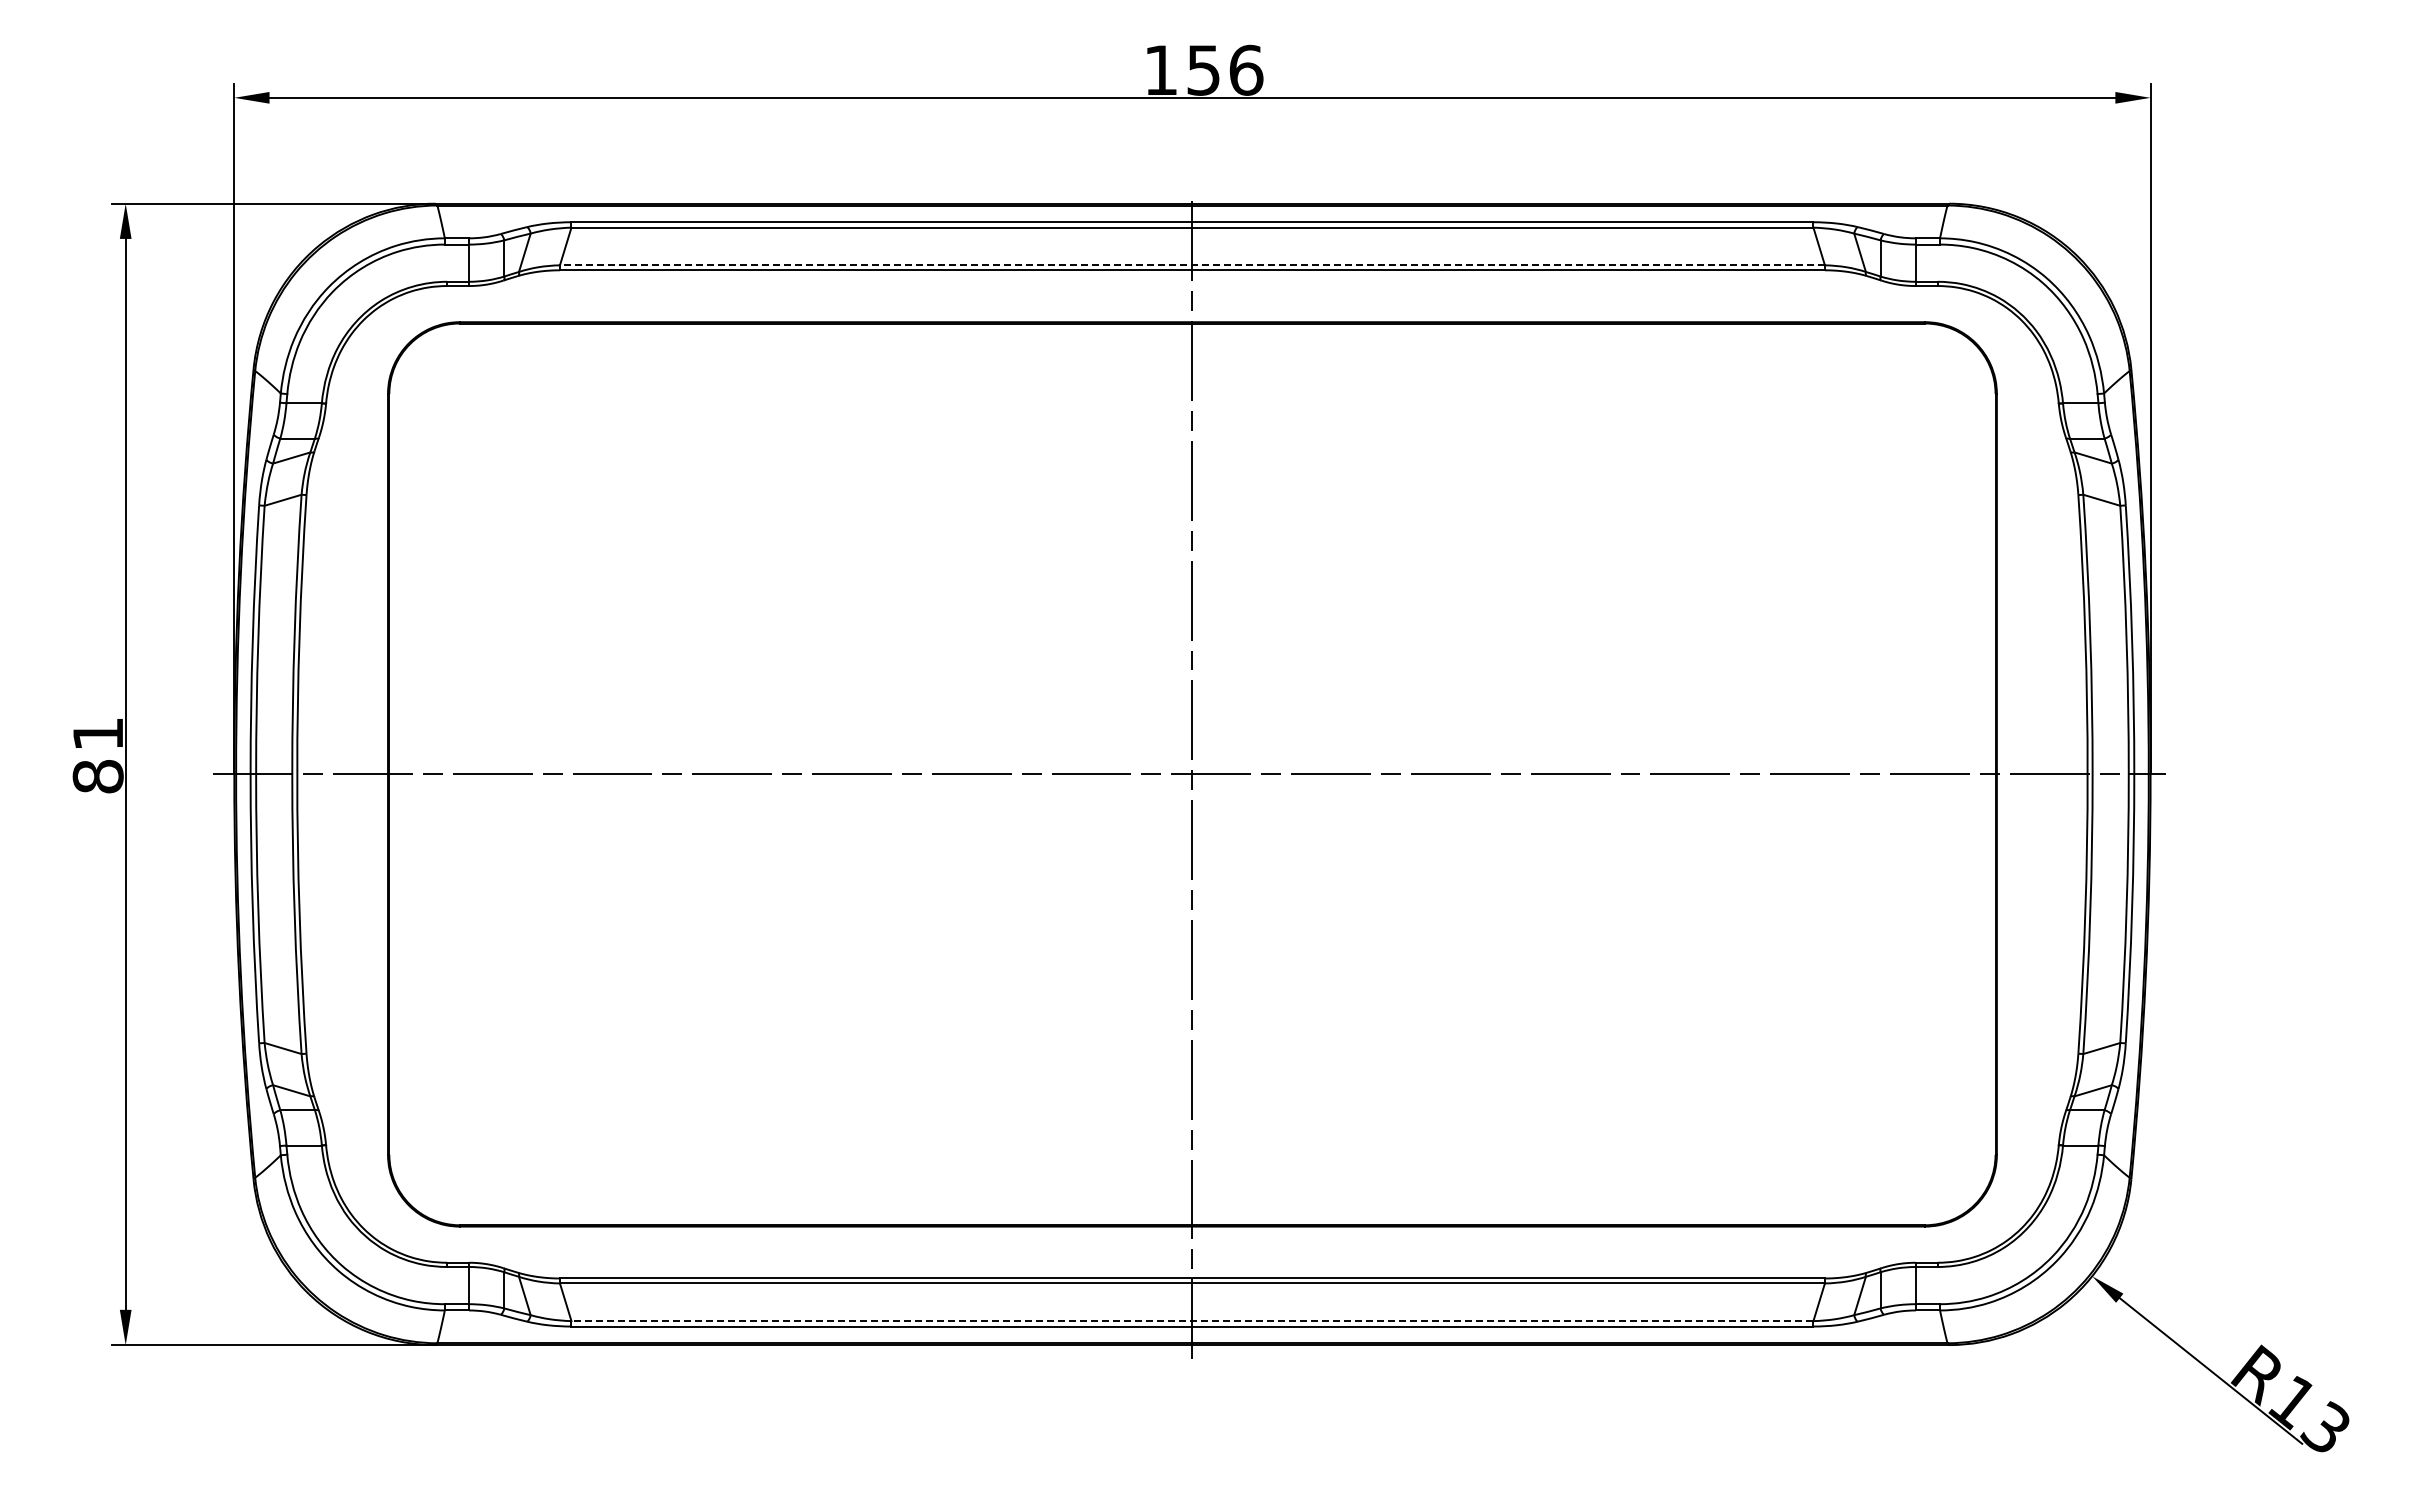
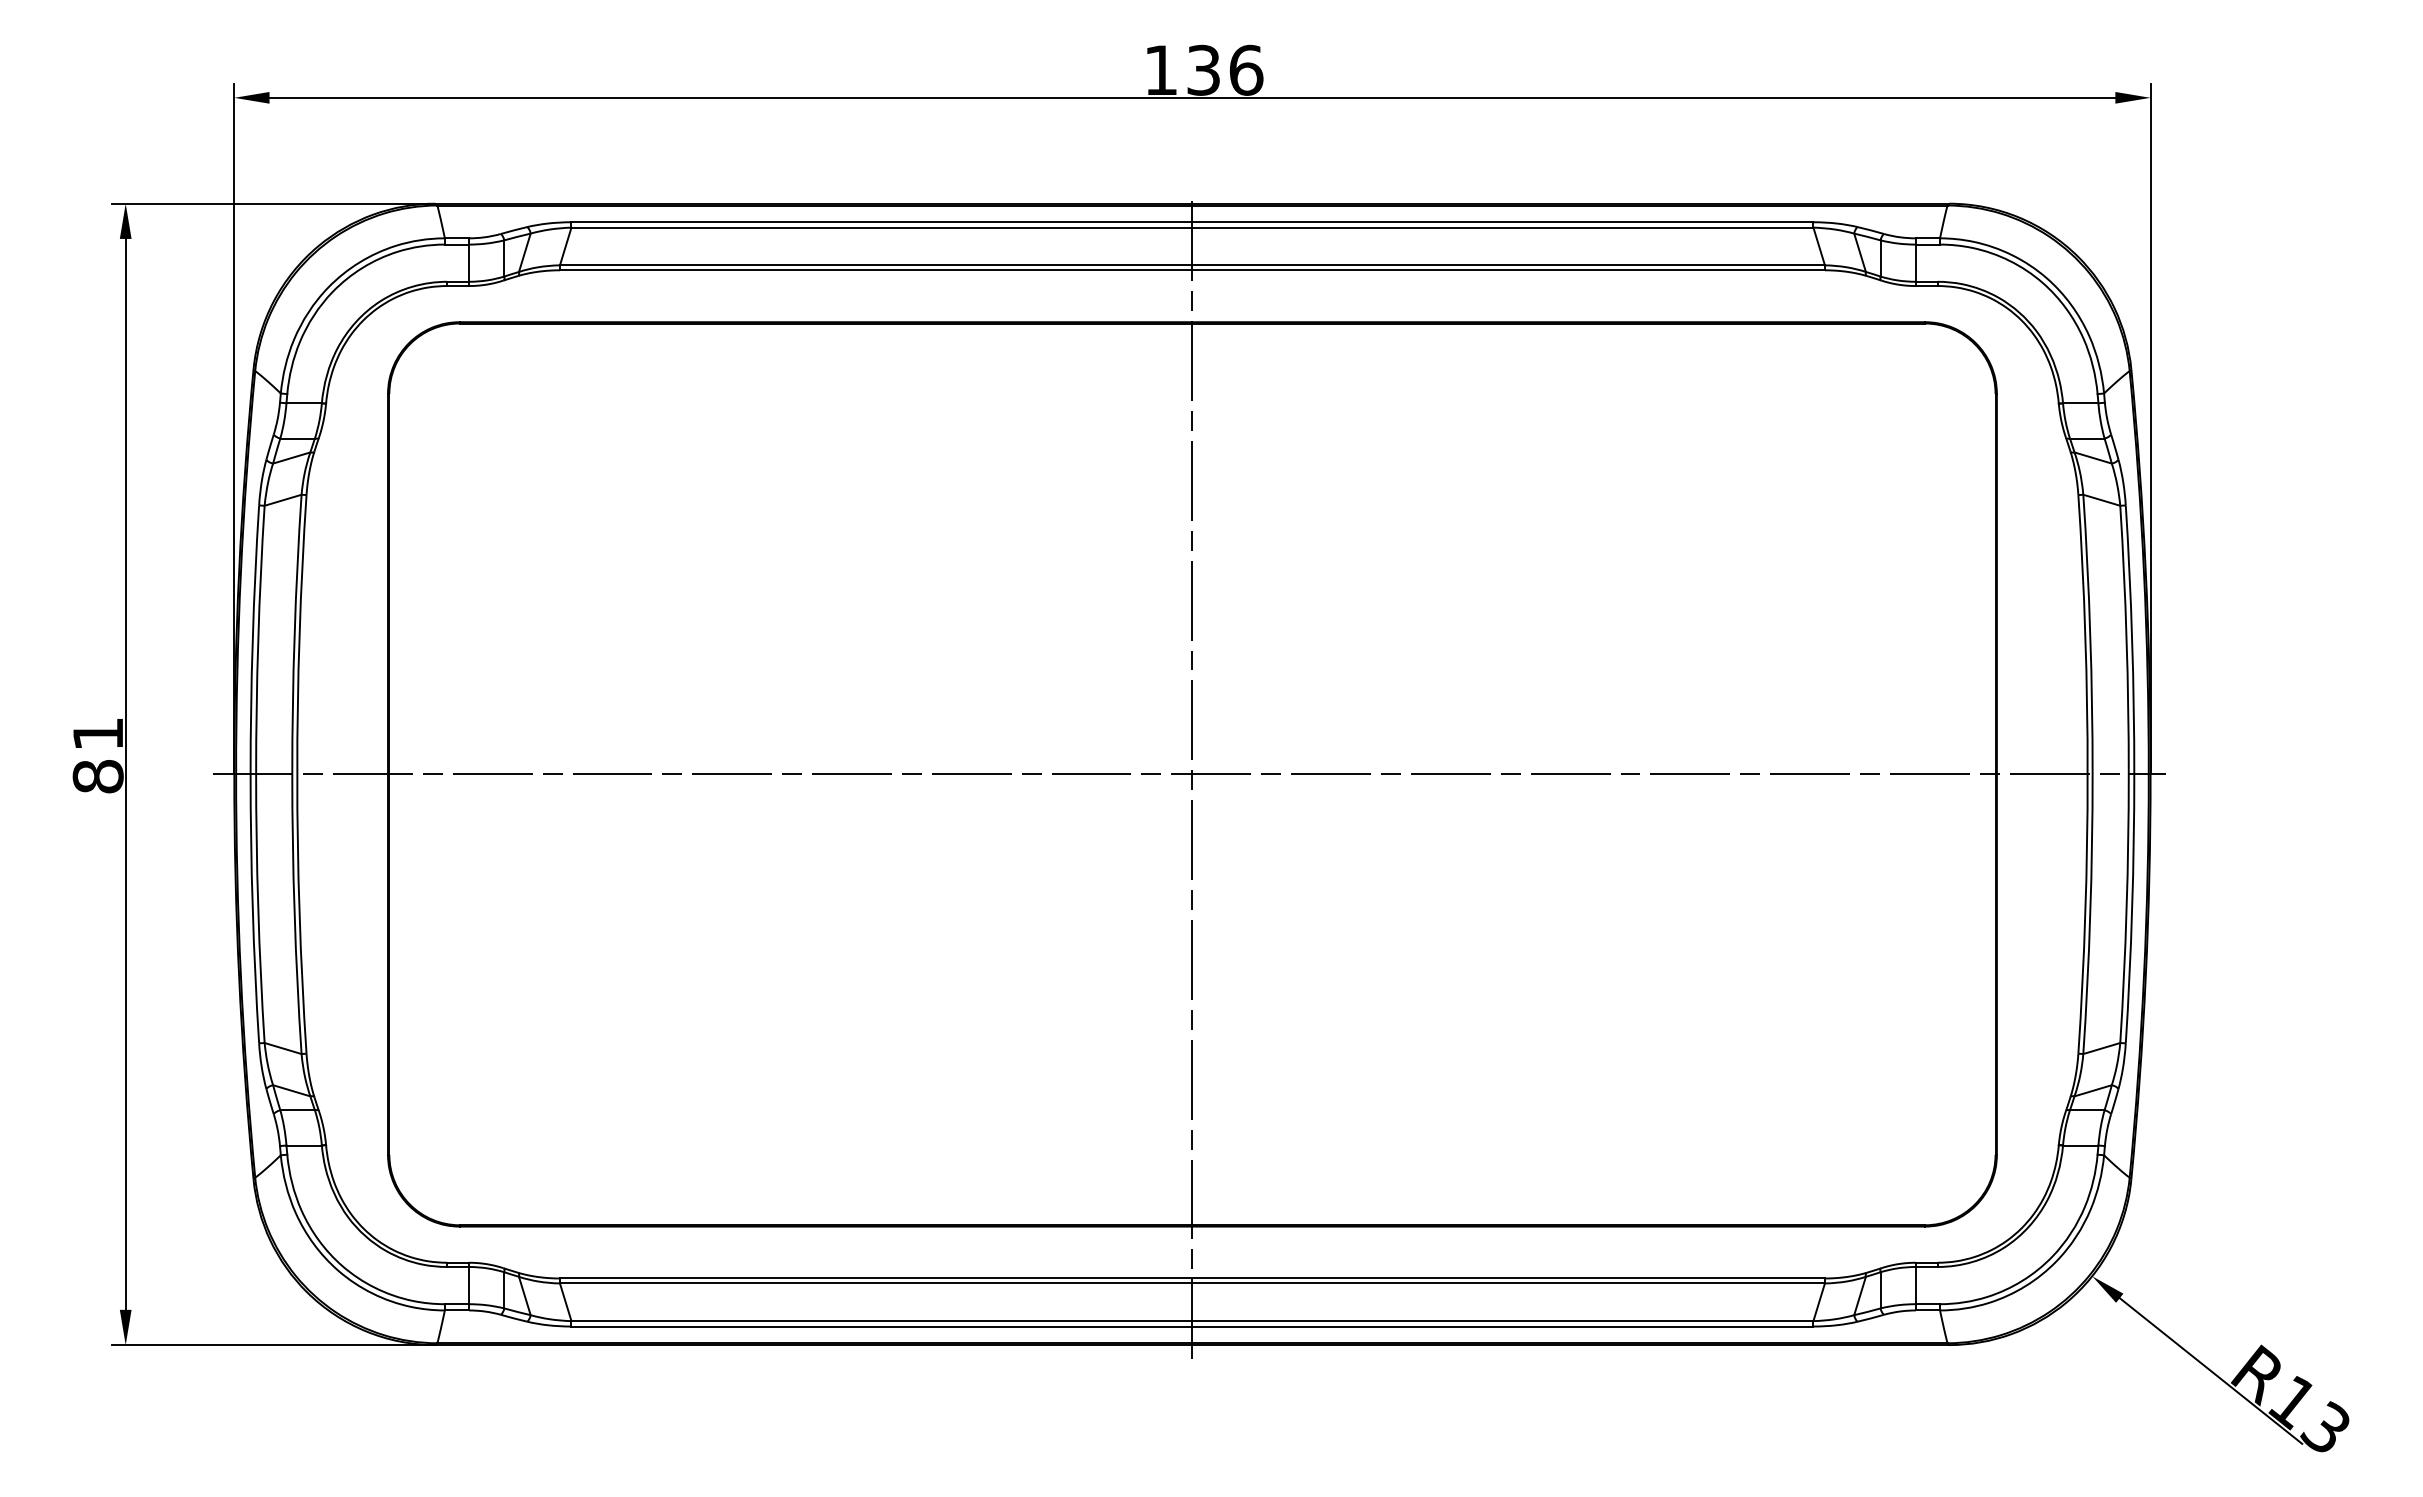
text at (1203, 69): 156 -> 136
line at (1191, 265): dashed -> solid
line at (1192, 1321): dashed -> solid
